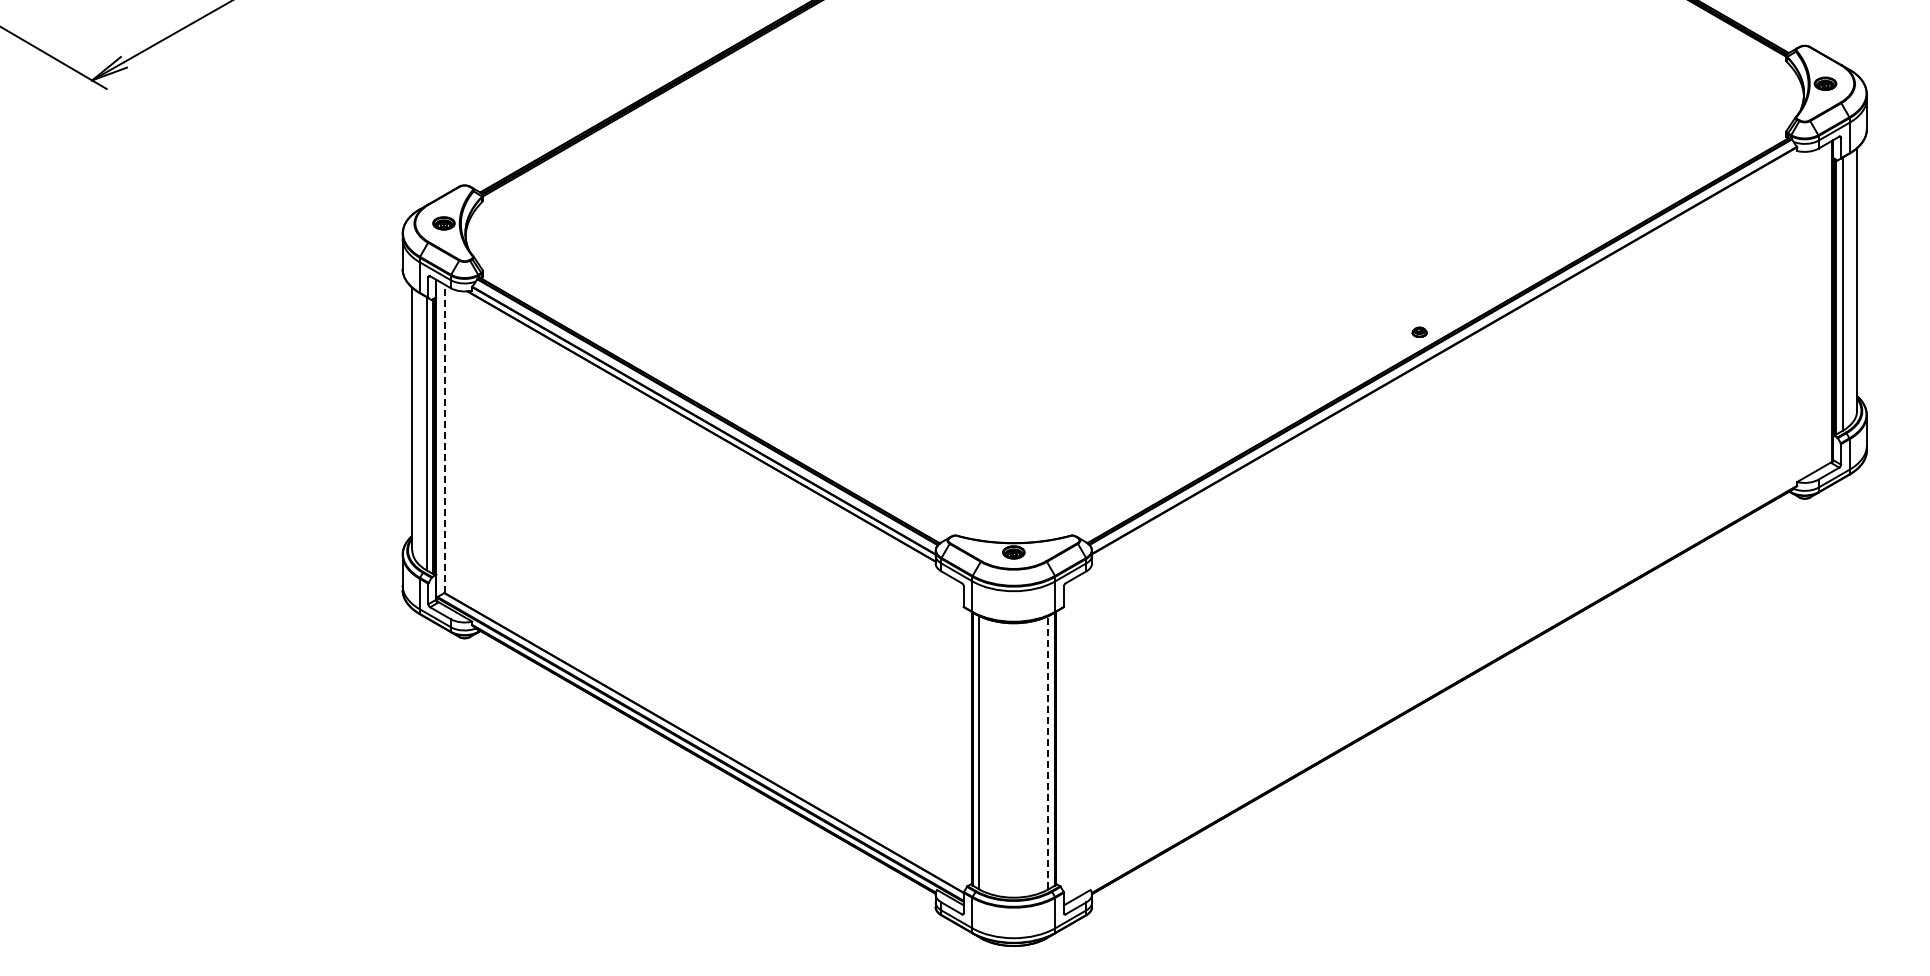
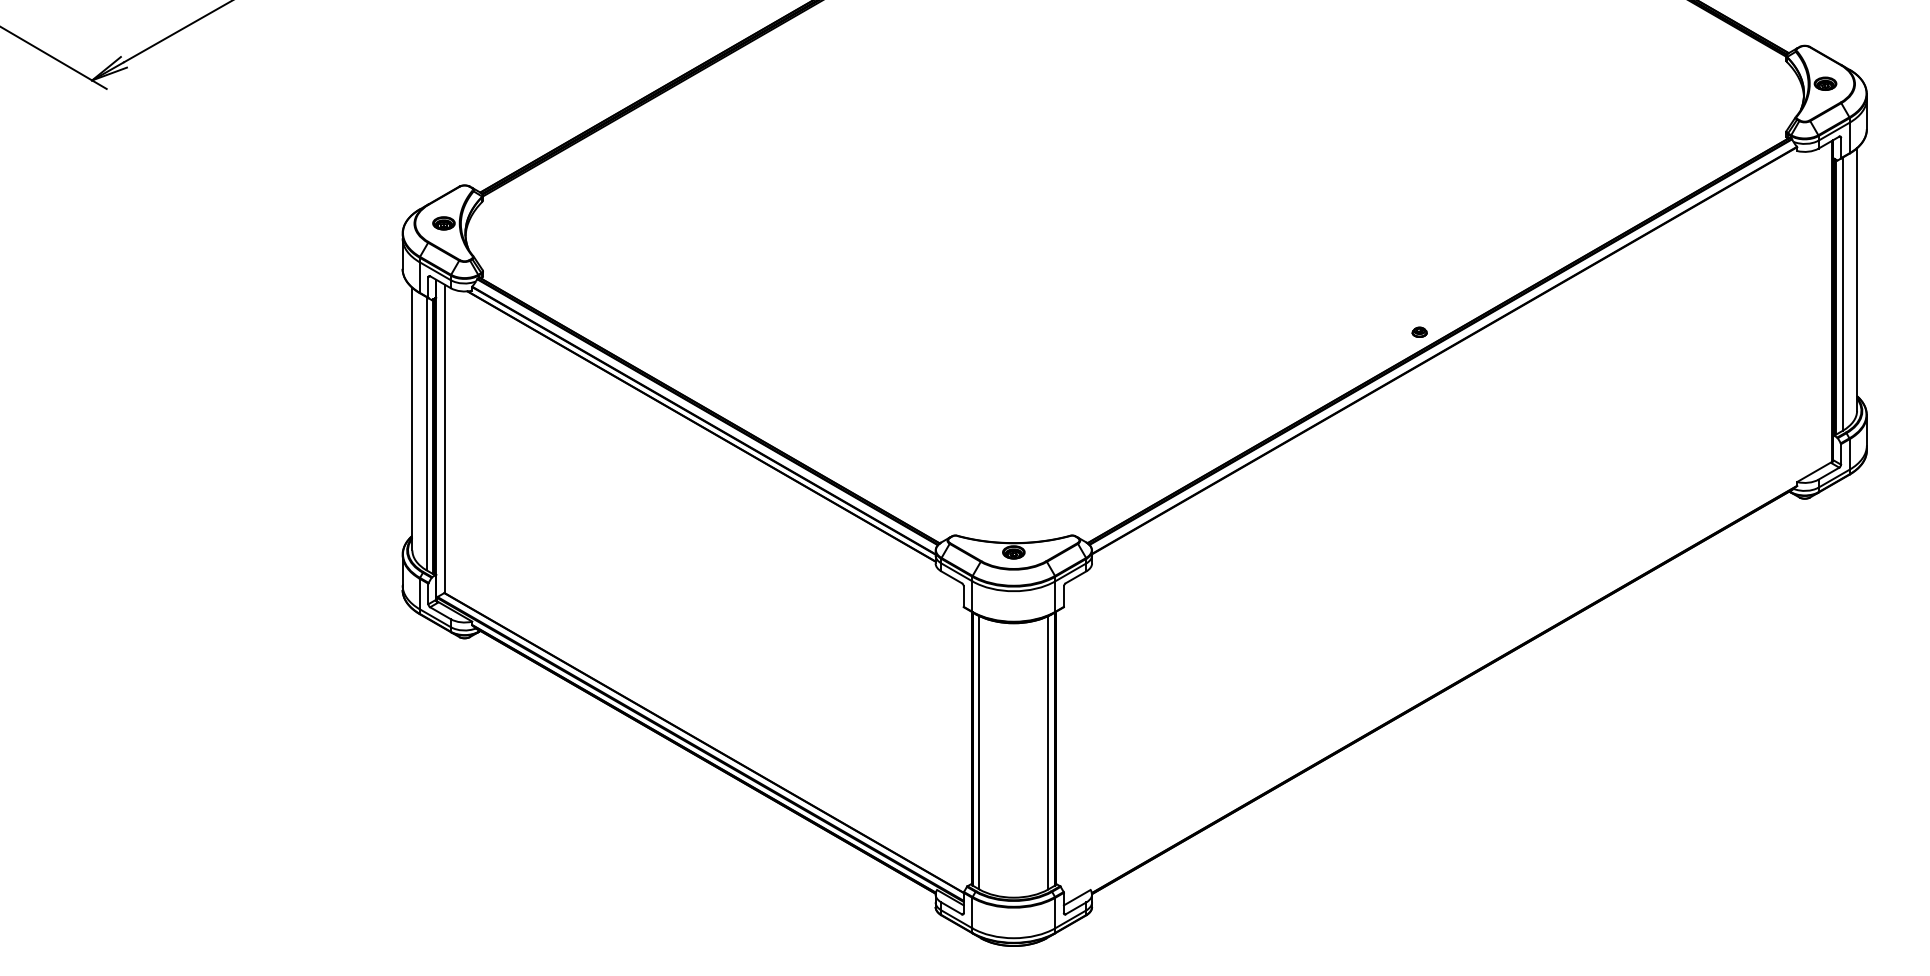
line at (444, 438): dashed -> solid
line at (1048, 752): dashed -> solid
